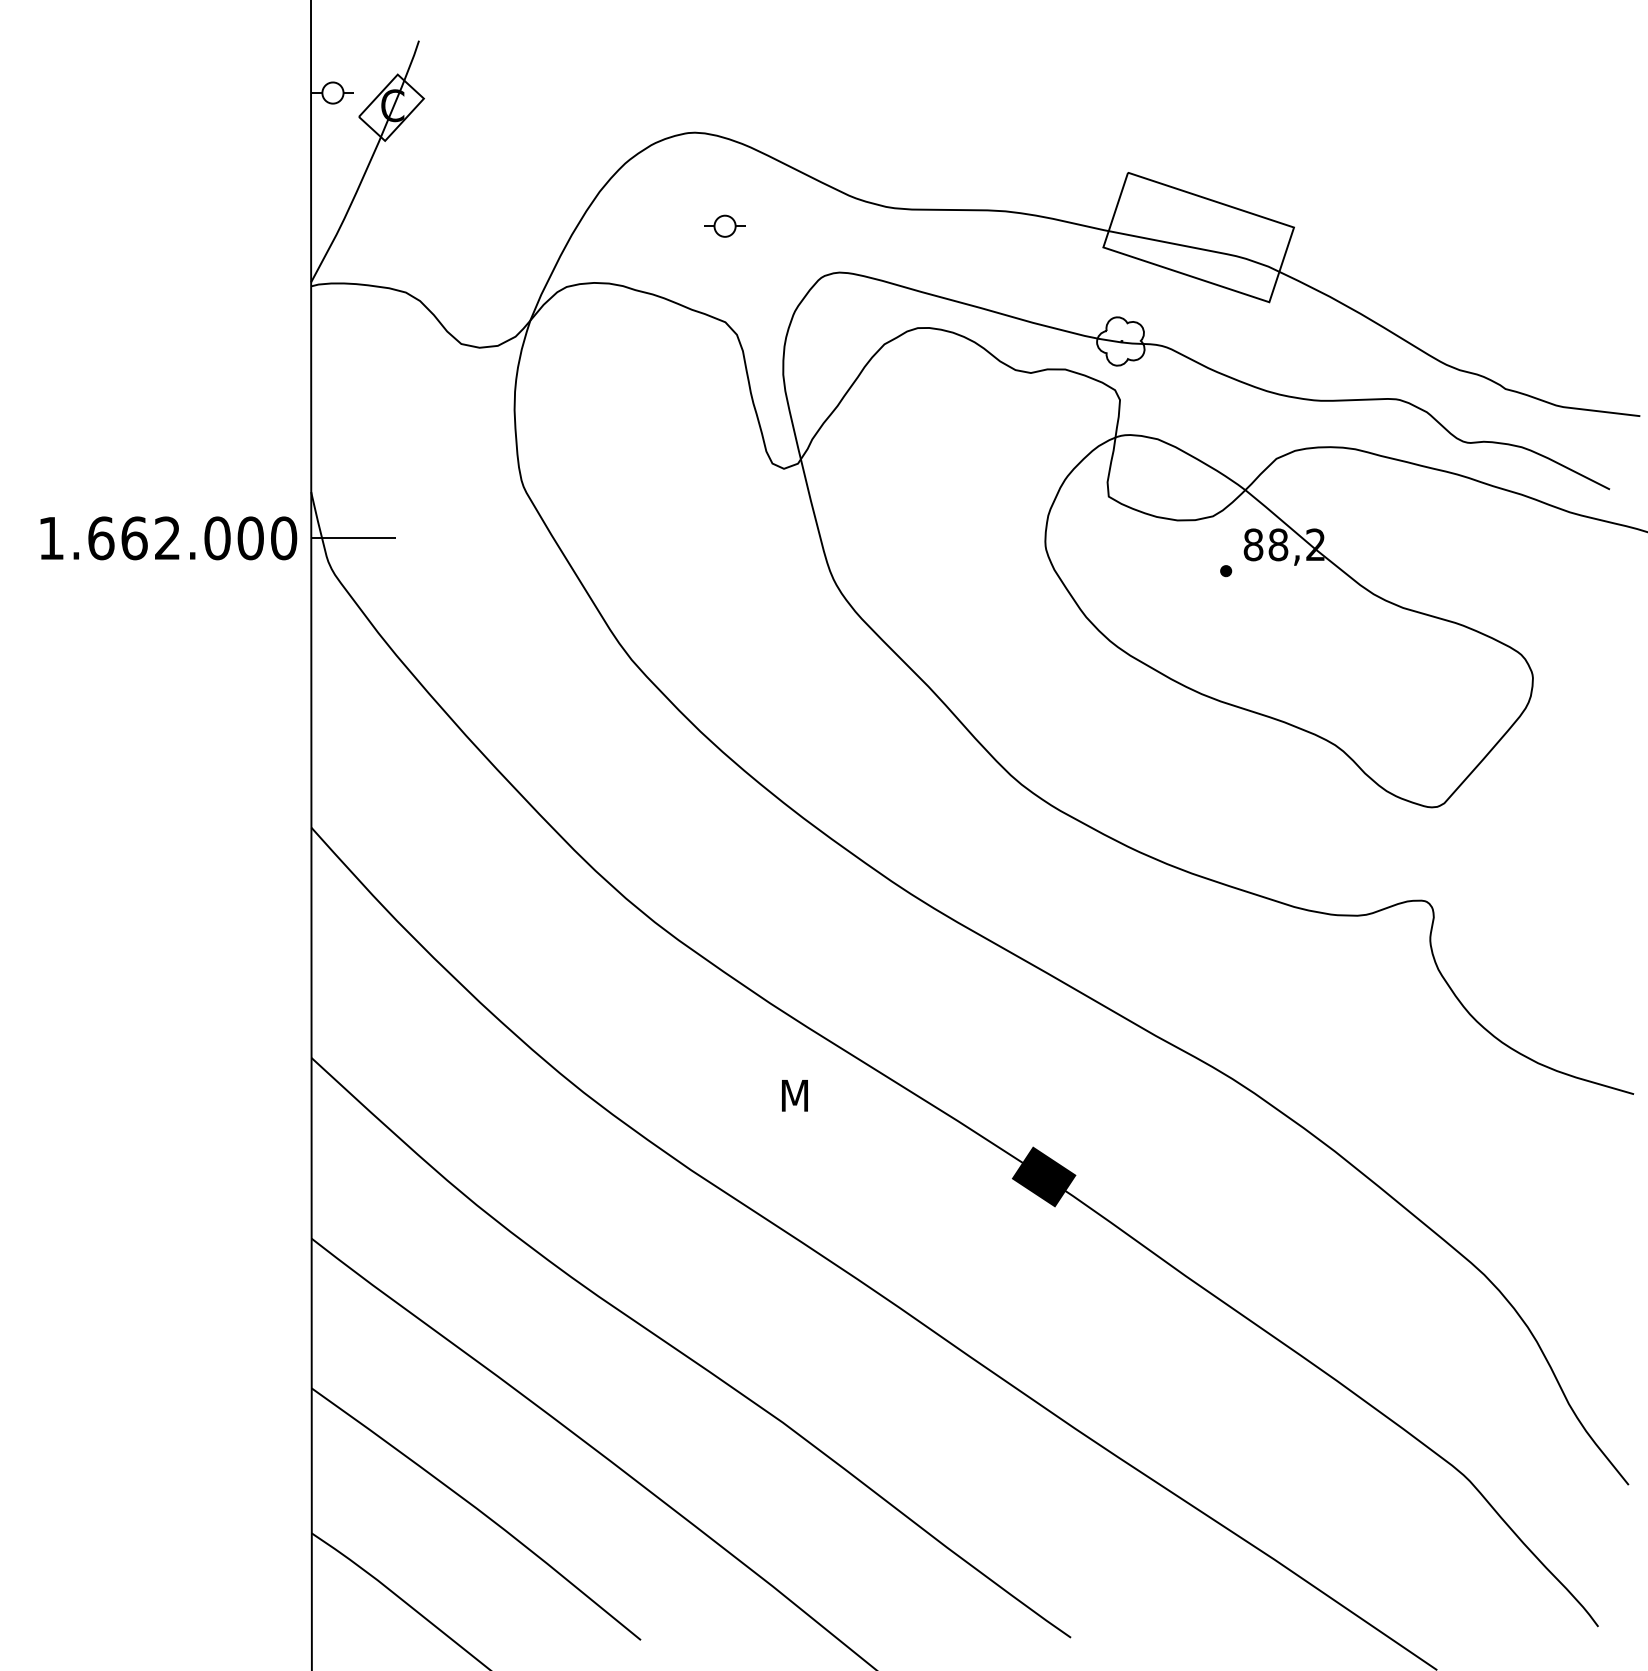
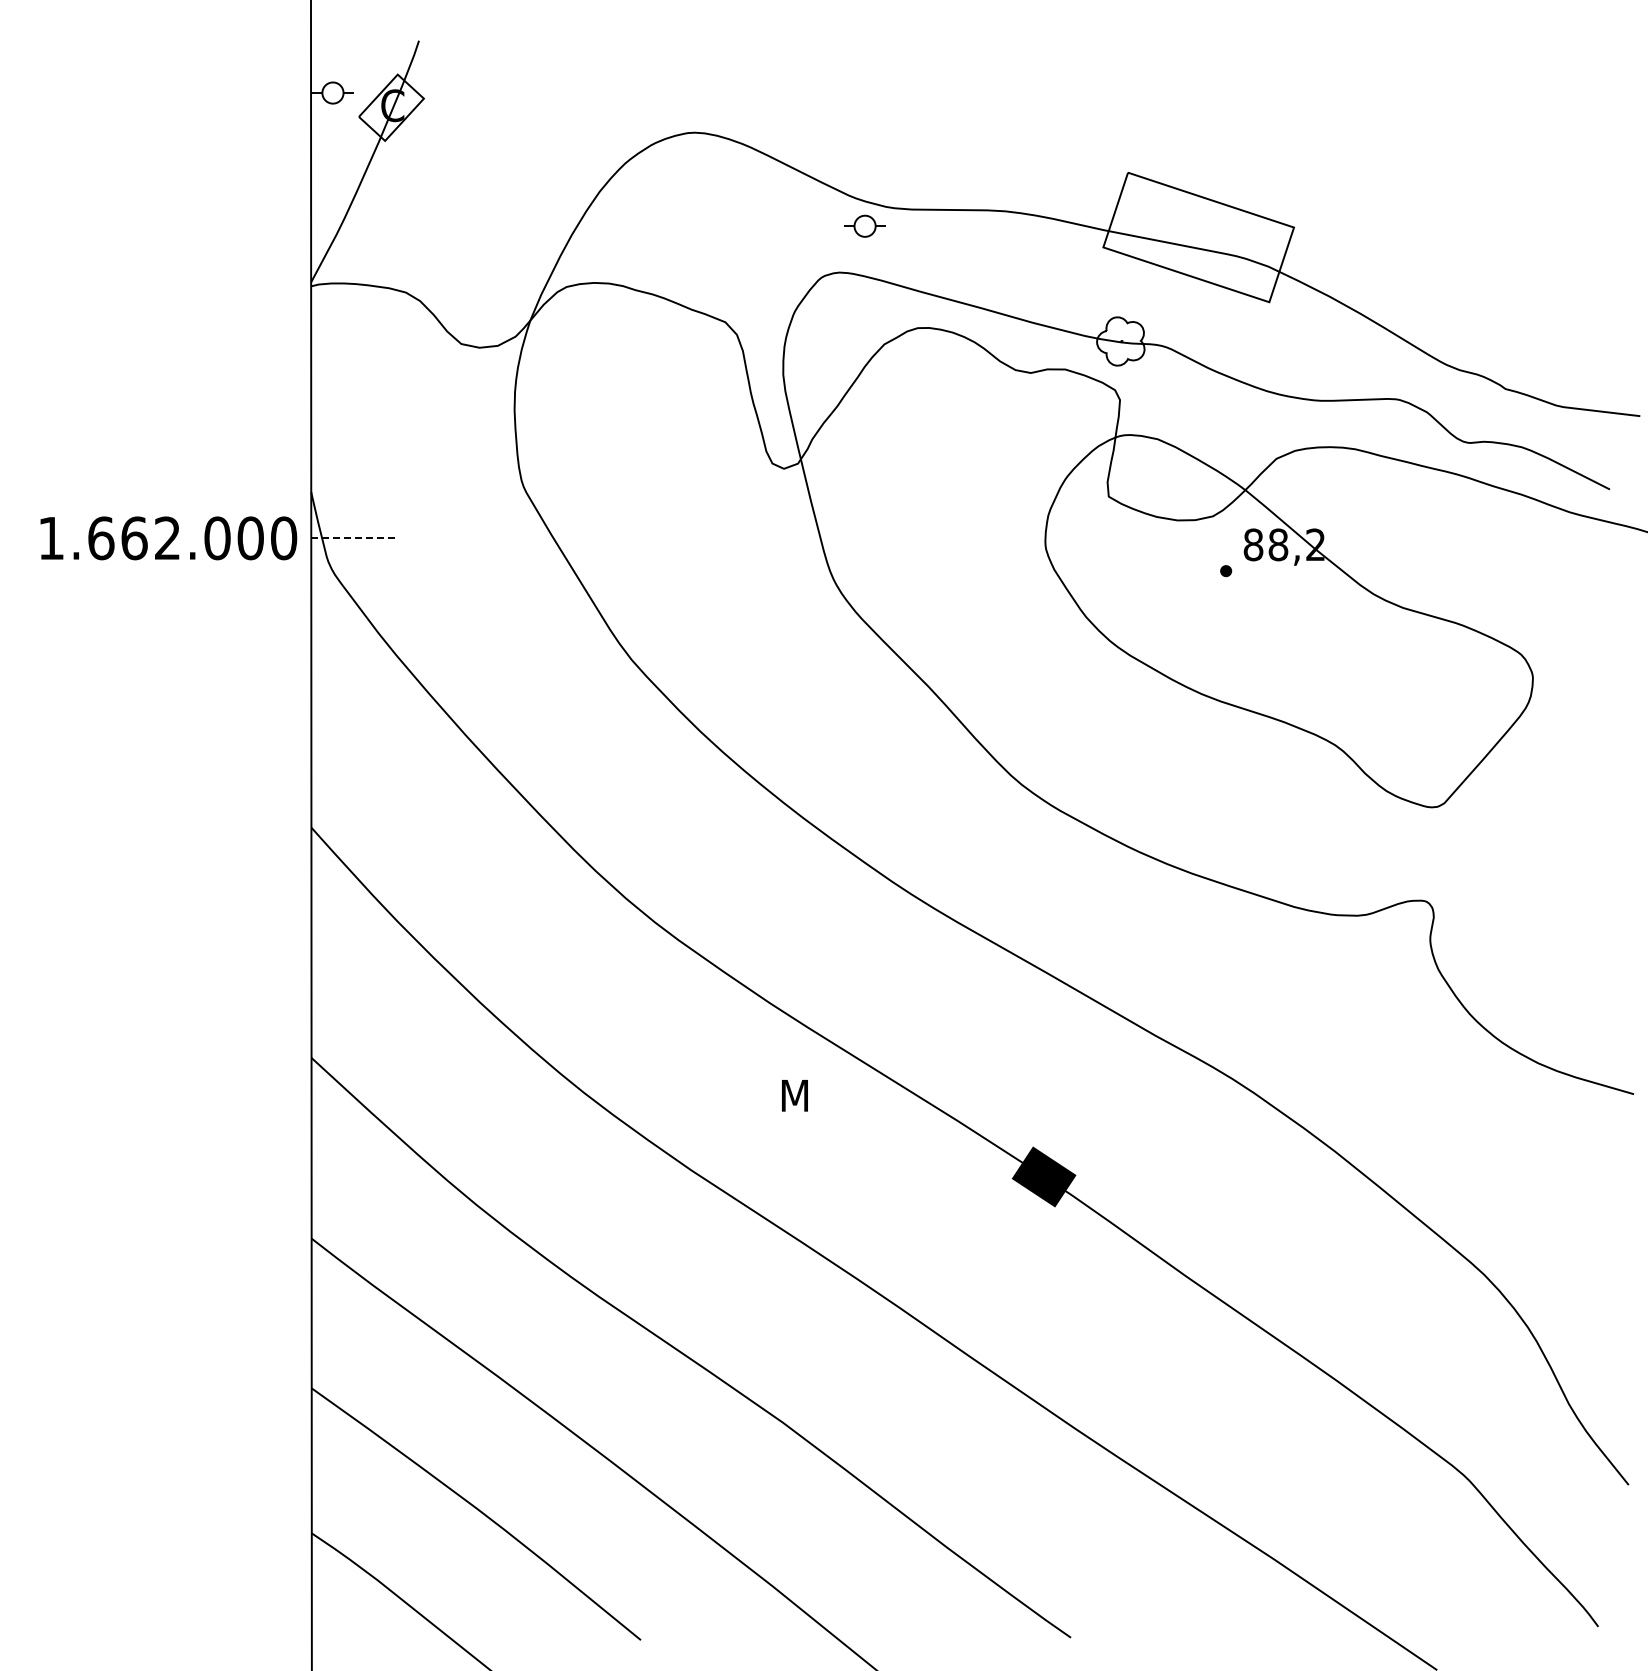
part at (724, 225) position: (724, 225) -> (864, 225)
line at (354, 538): solid -> dashed
